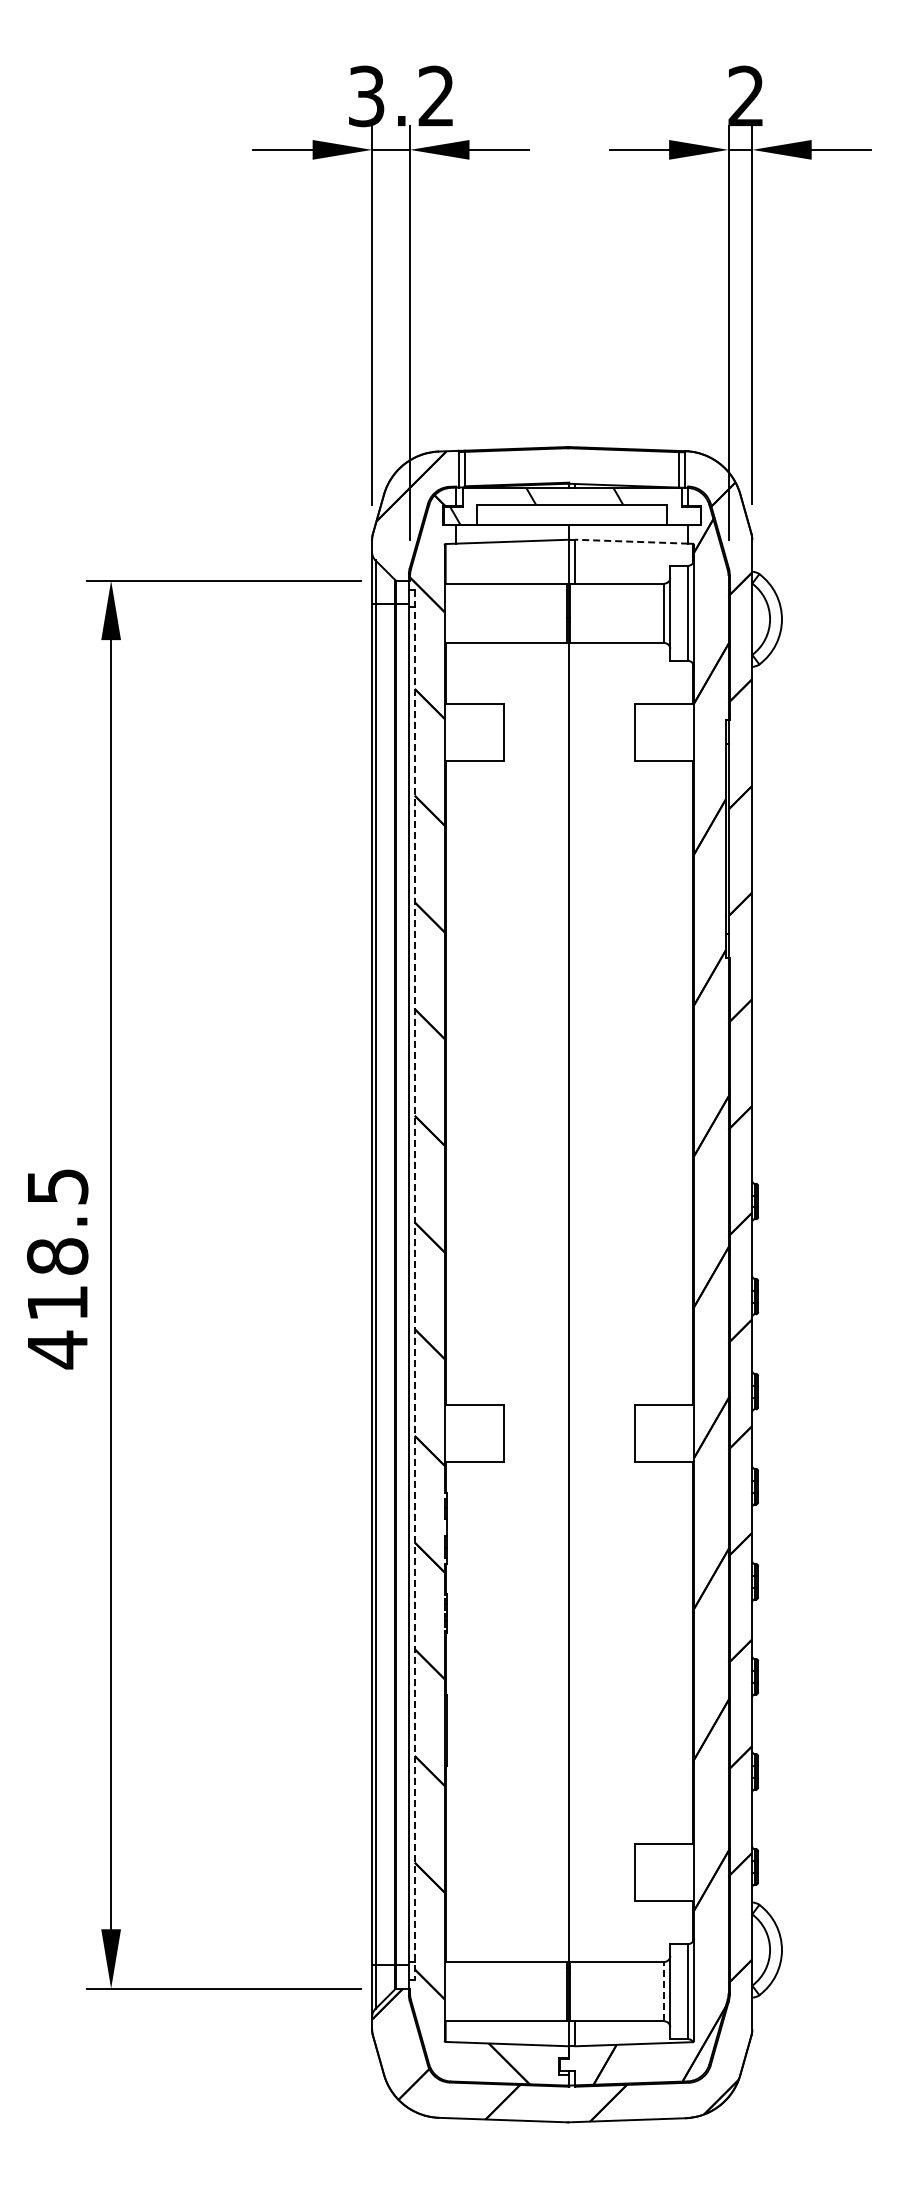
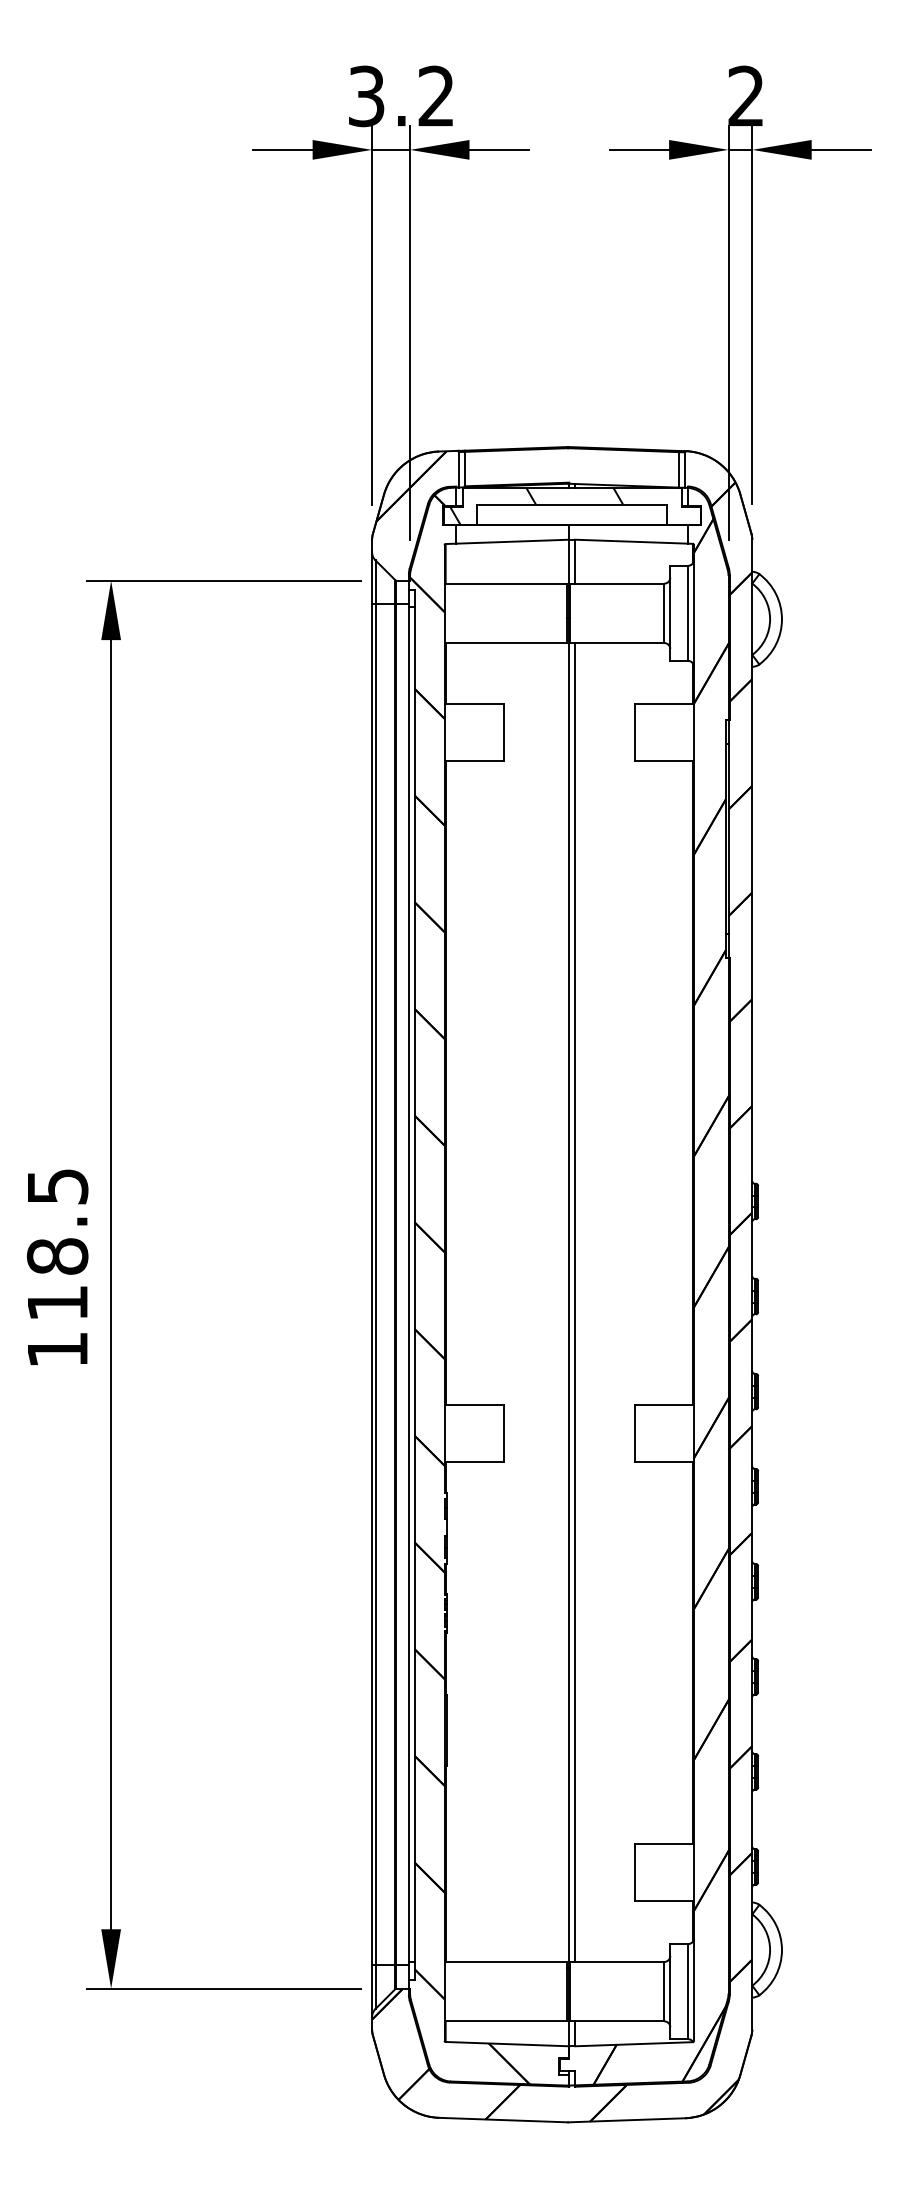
line at (631, 541): dashed -> solid
line at (414, 1285): dashed -> solid
line at (575, 1302): none -> present
text at (57, 1349): 418.5 -> 118.5
line at (664, 1991): dashed -> solid
